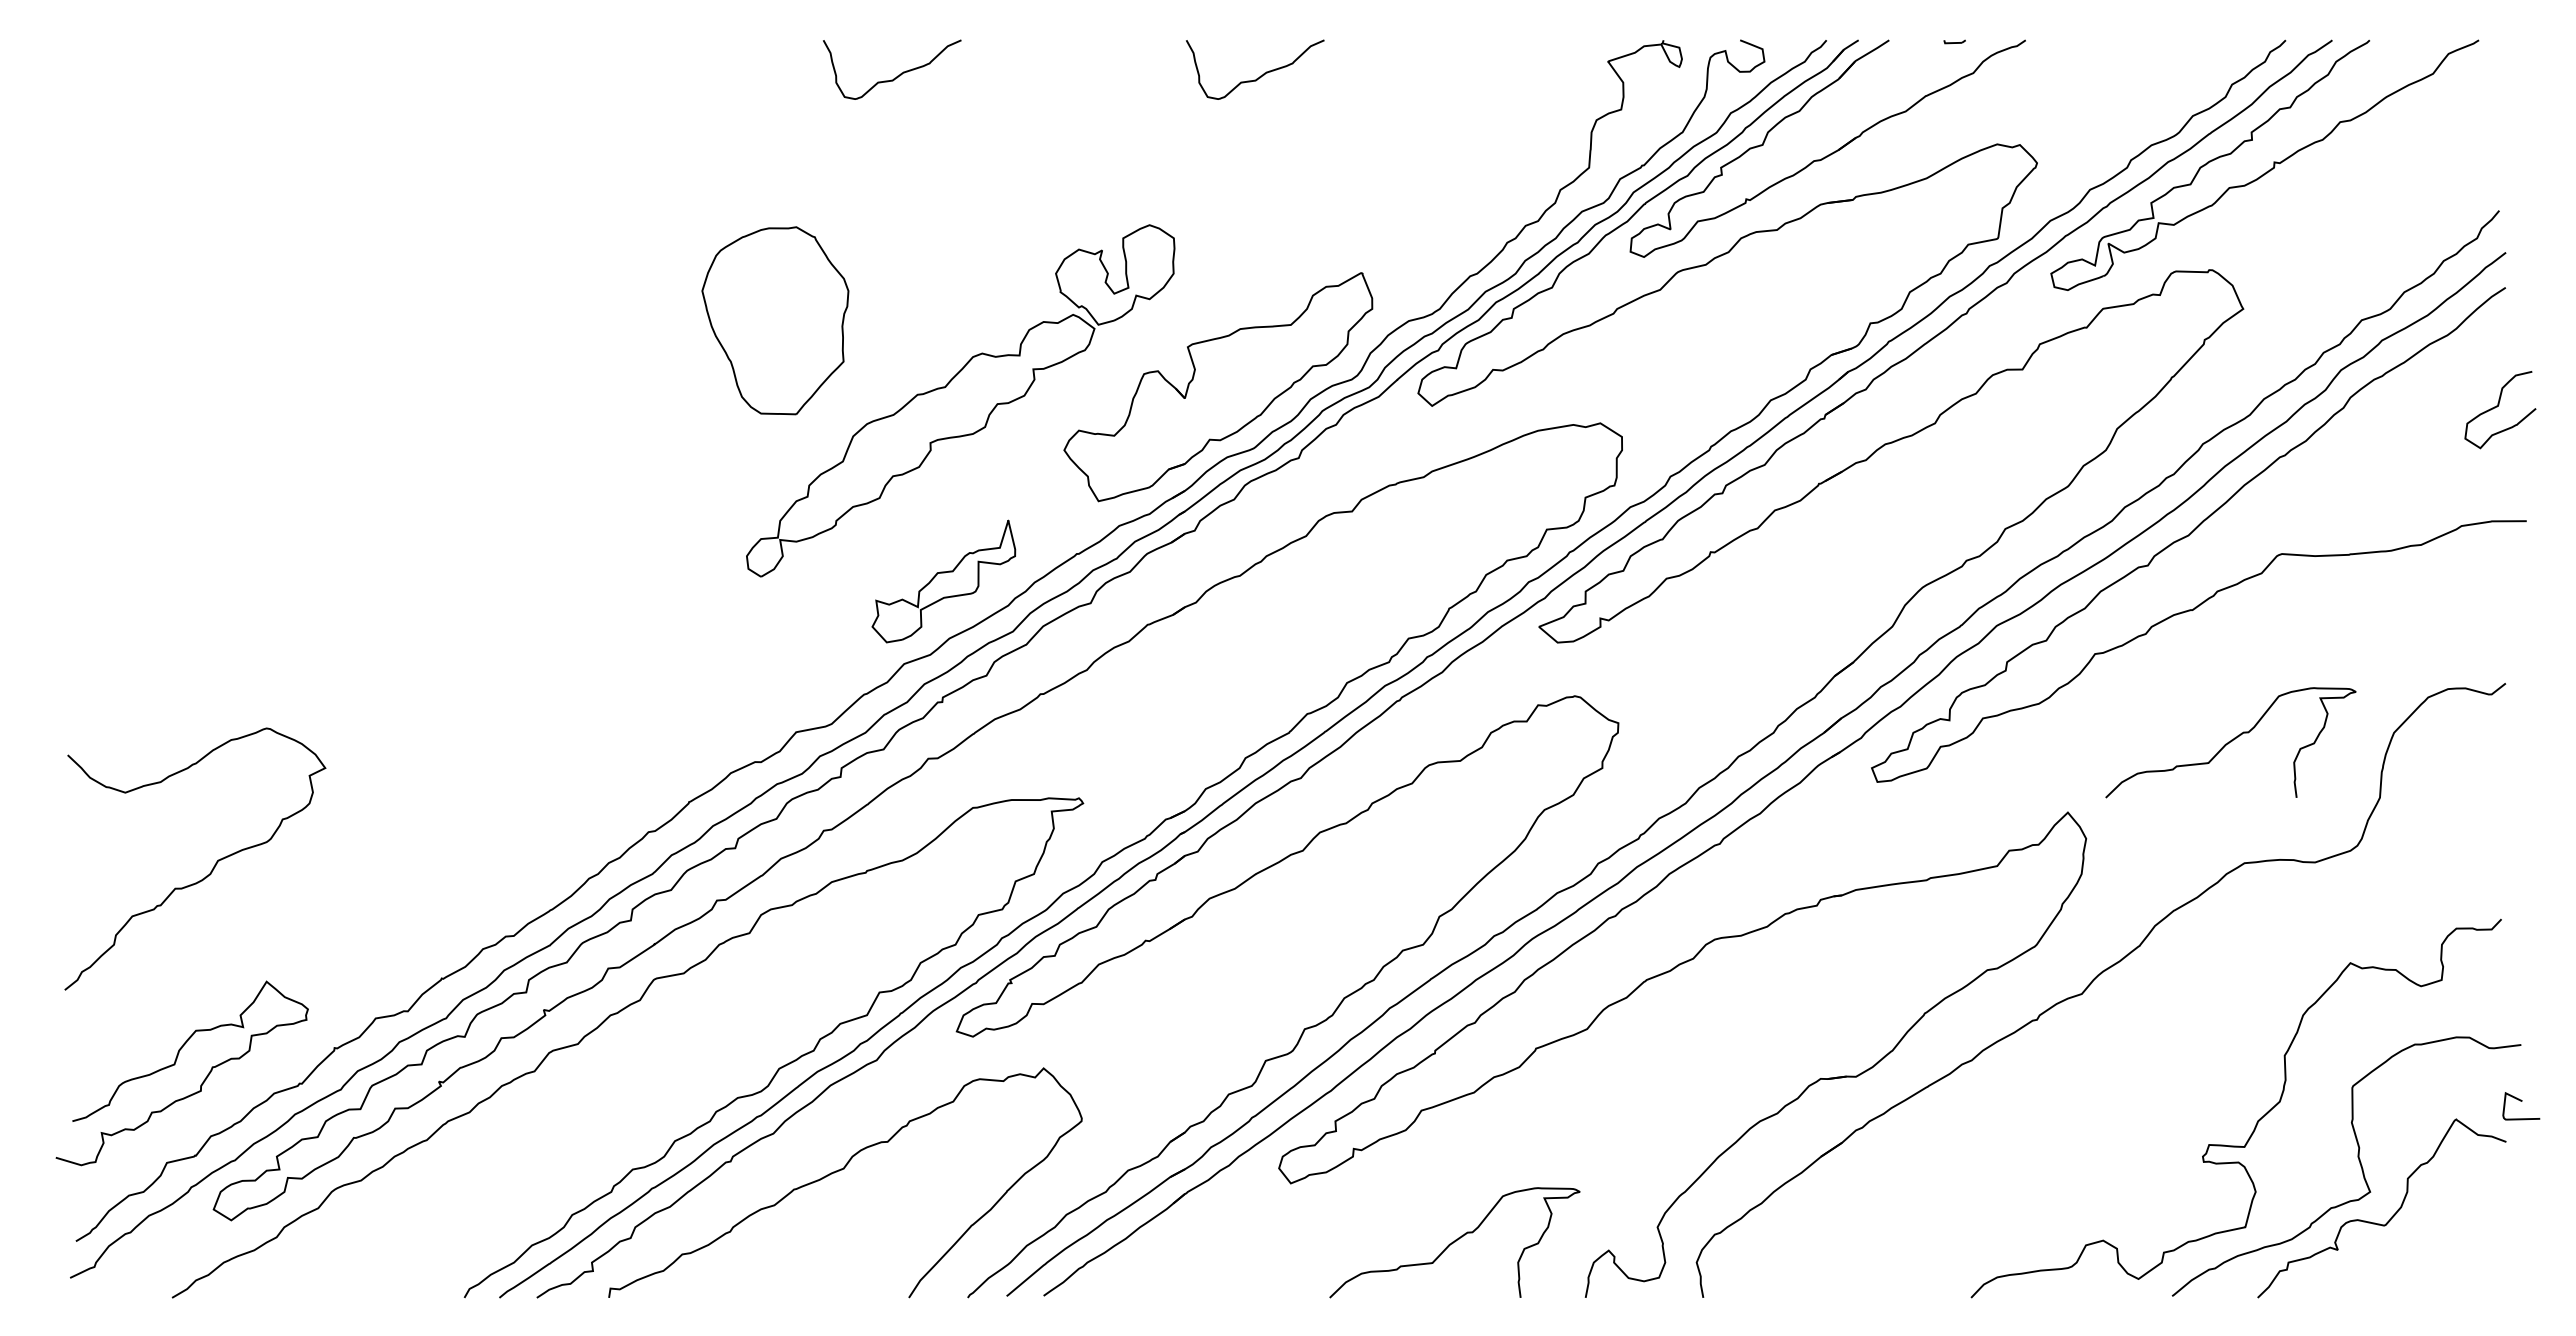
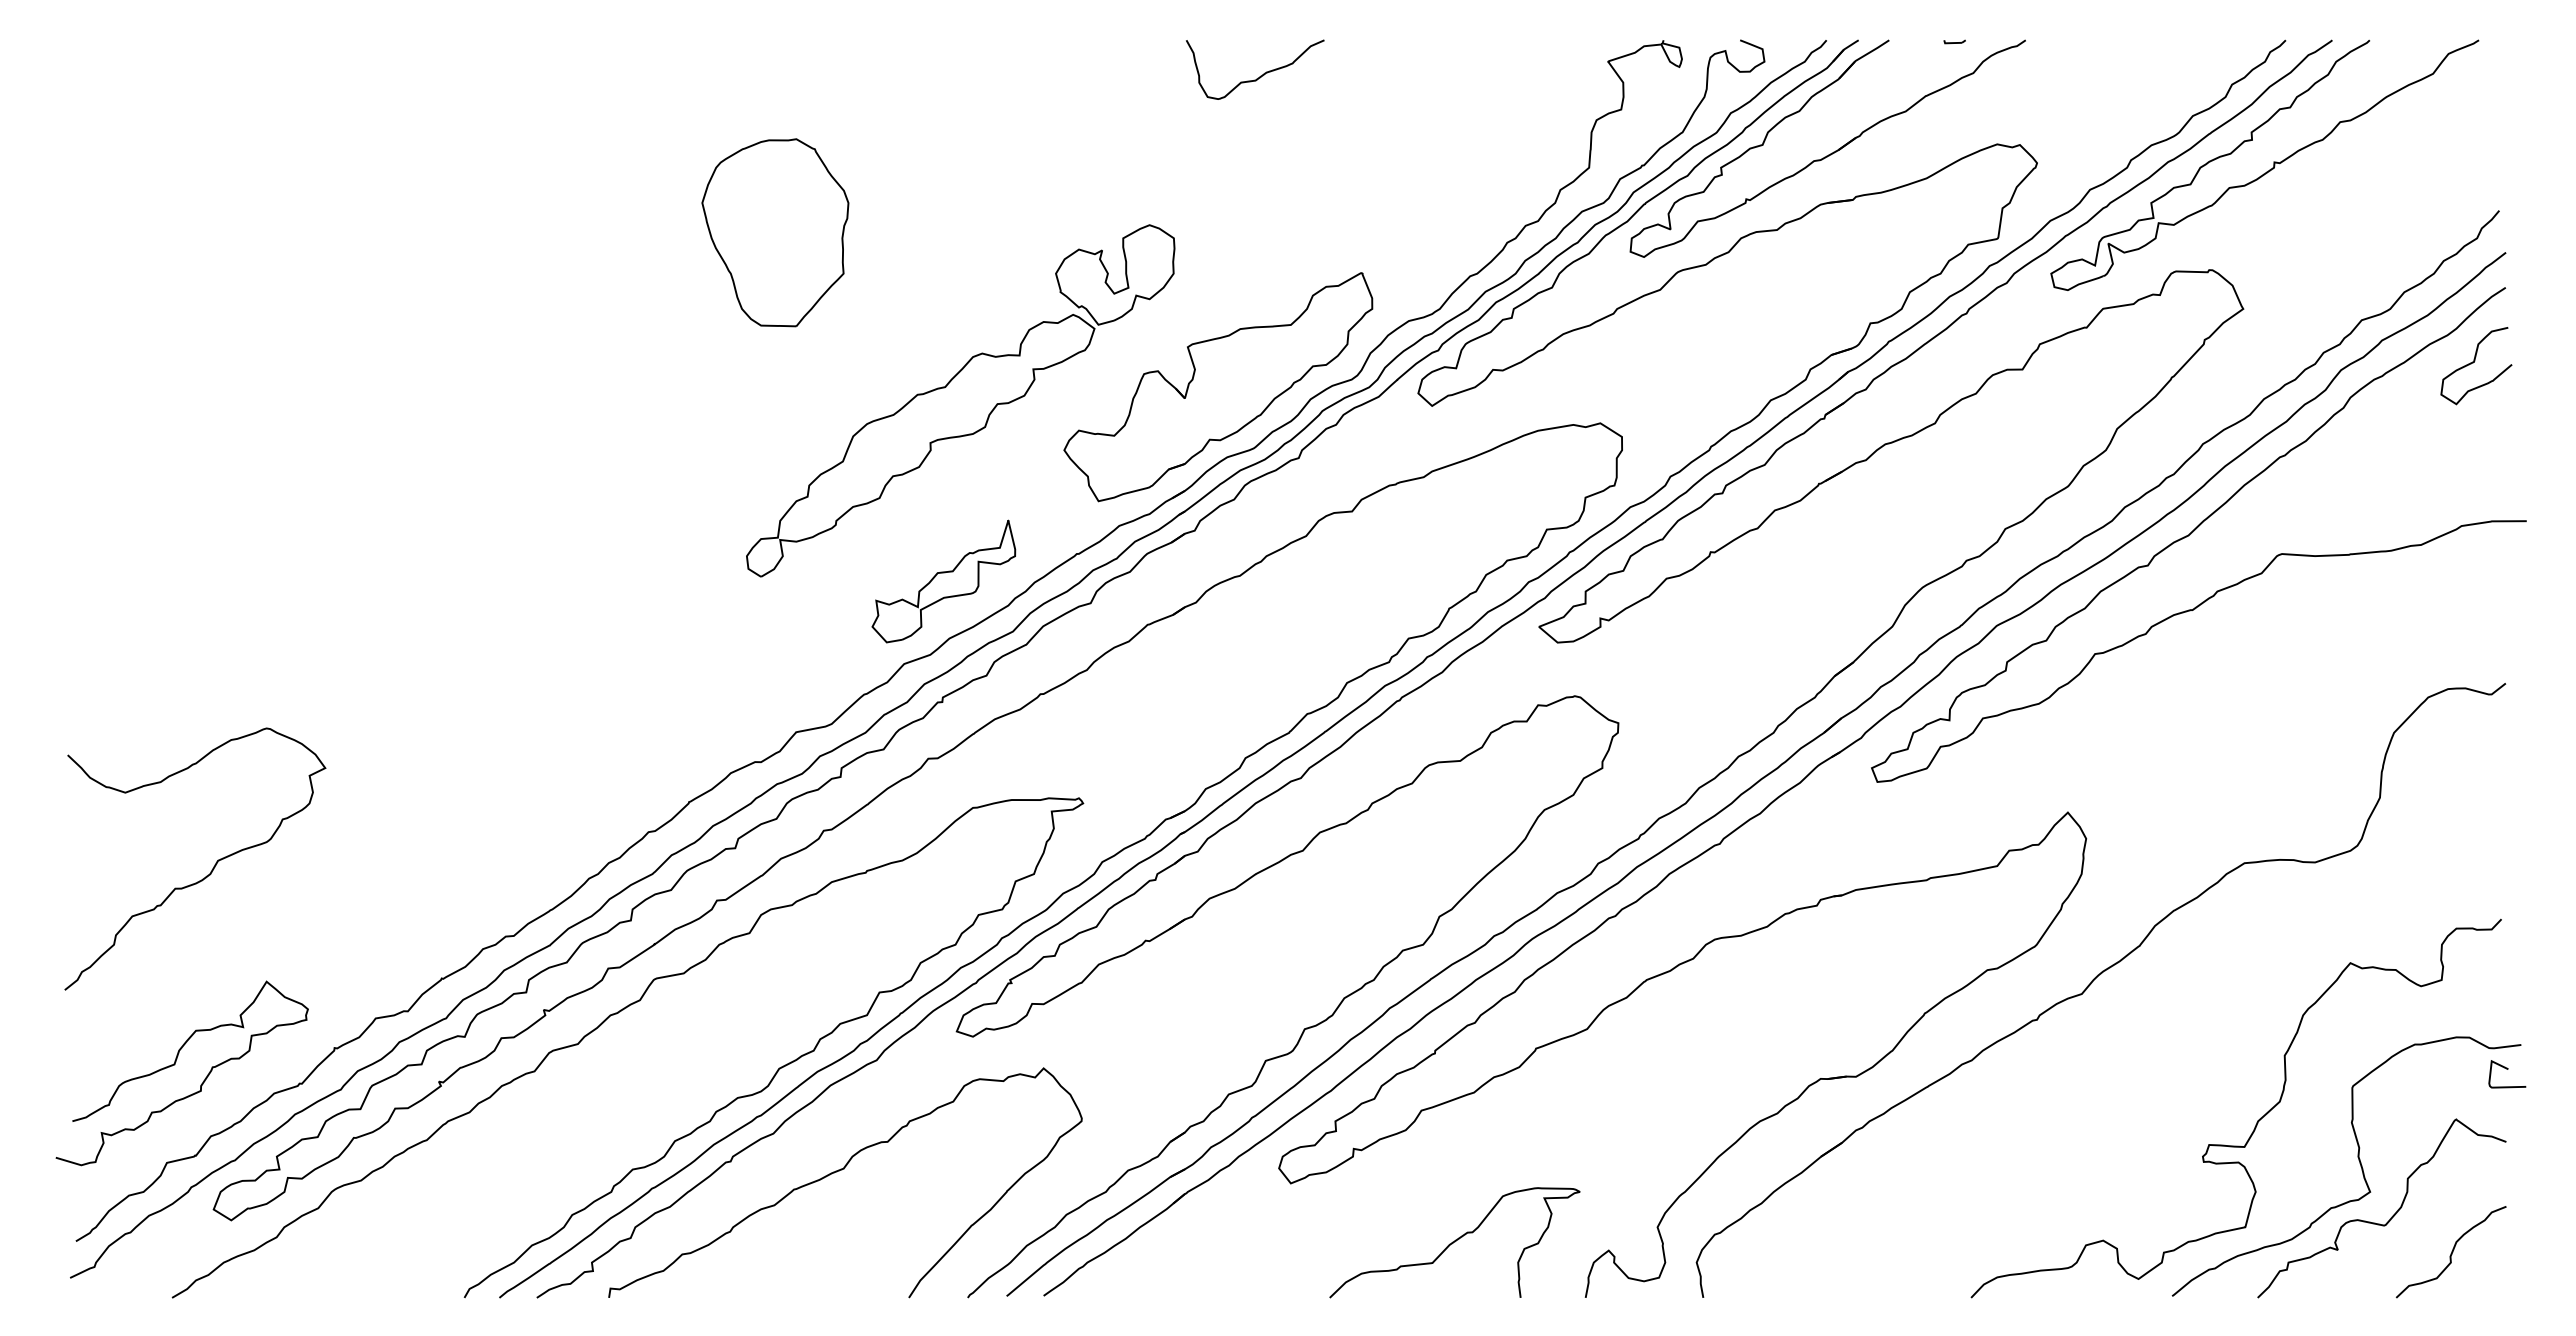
curve at (897, 75): present -> none
part at (775, 320) position: (775, 320) -> (775, 232)
curve at (2497, 407) position: (2497, 407) -> (2473, 363)
curve at (2230, 742): present -> none
curve at (2521, 1101) position: (2521, 1101) -> (2507, 1069)
curve at (2451, 1252): none -> present
